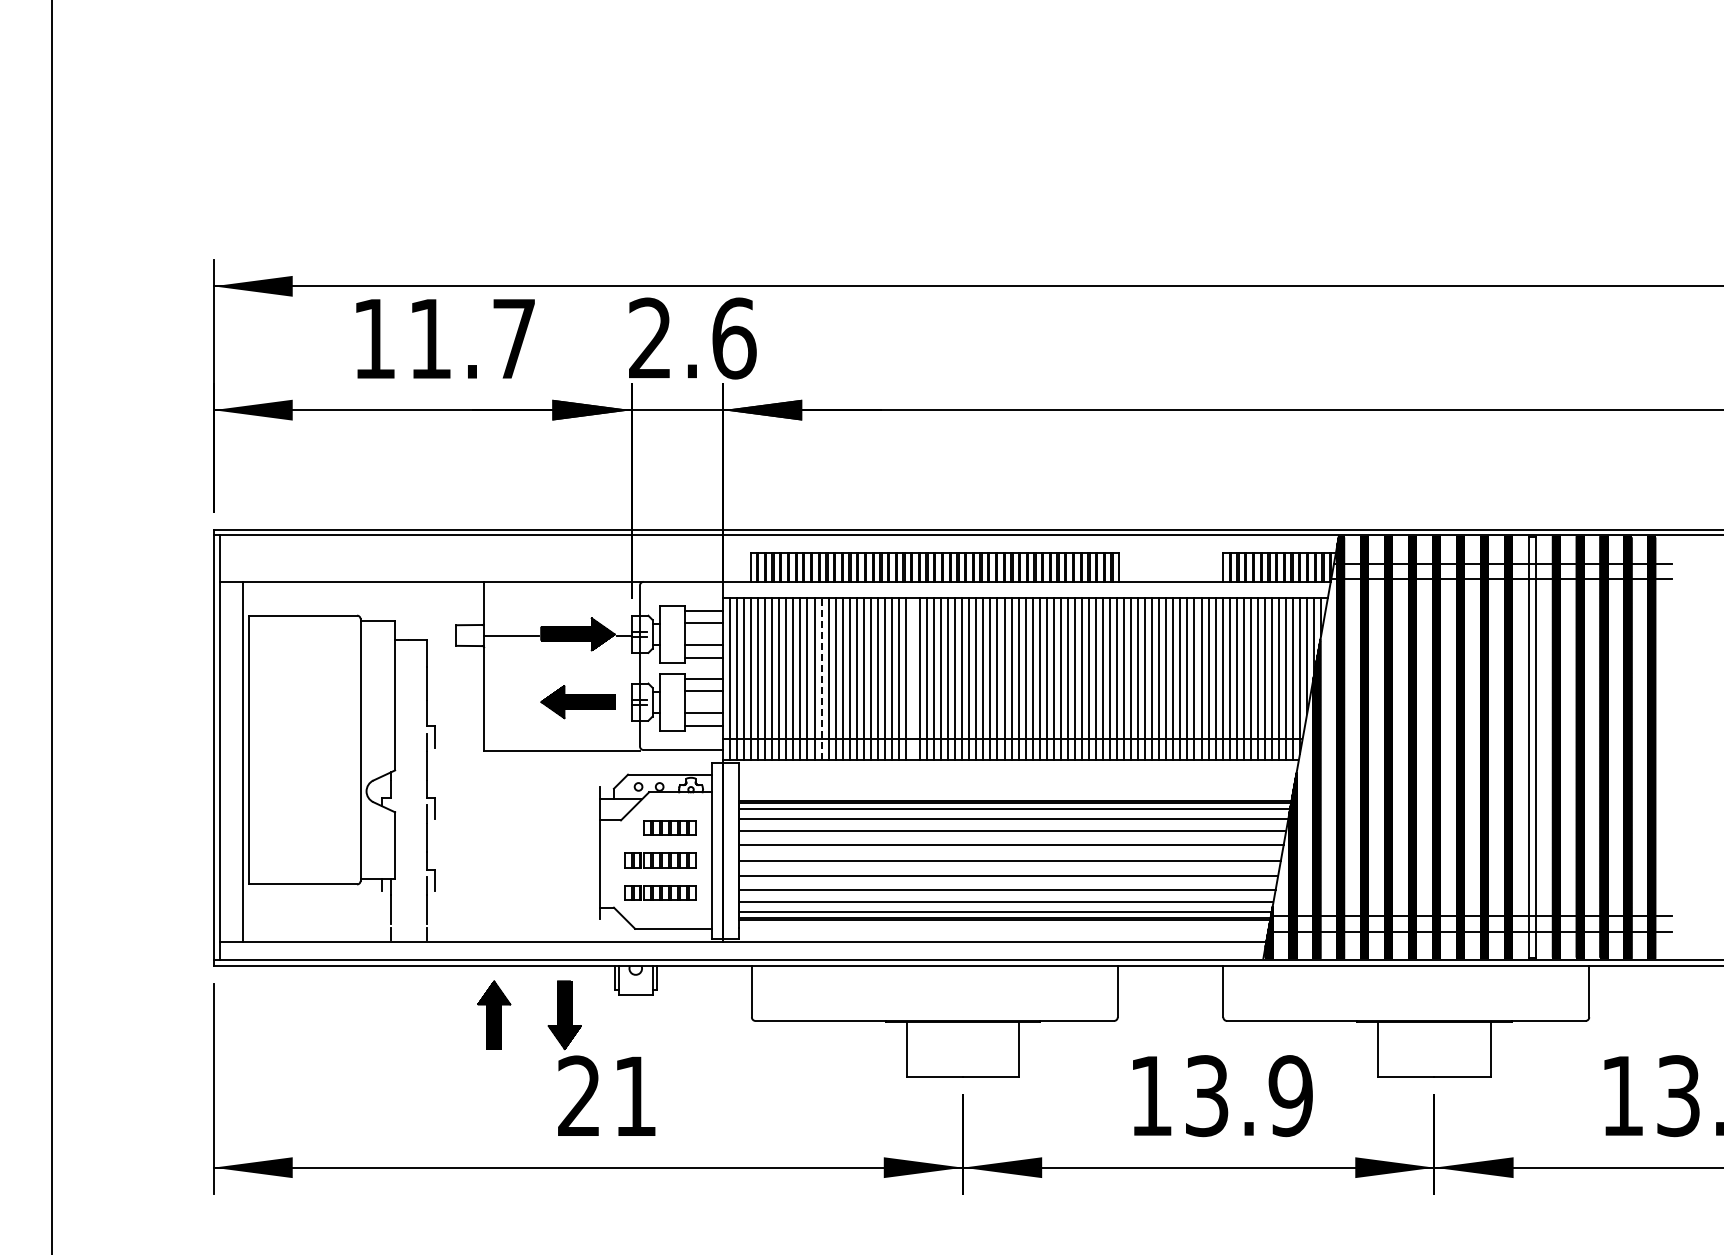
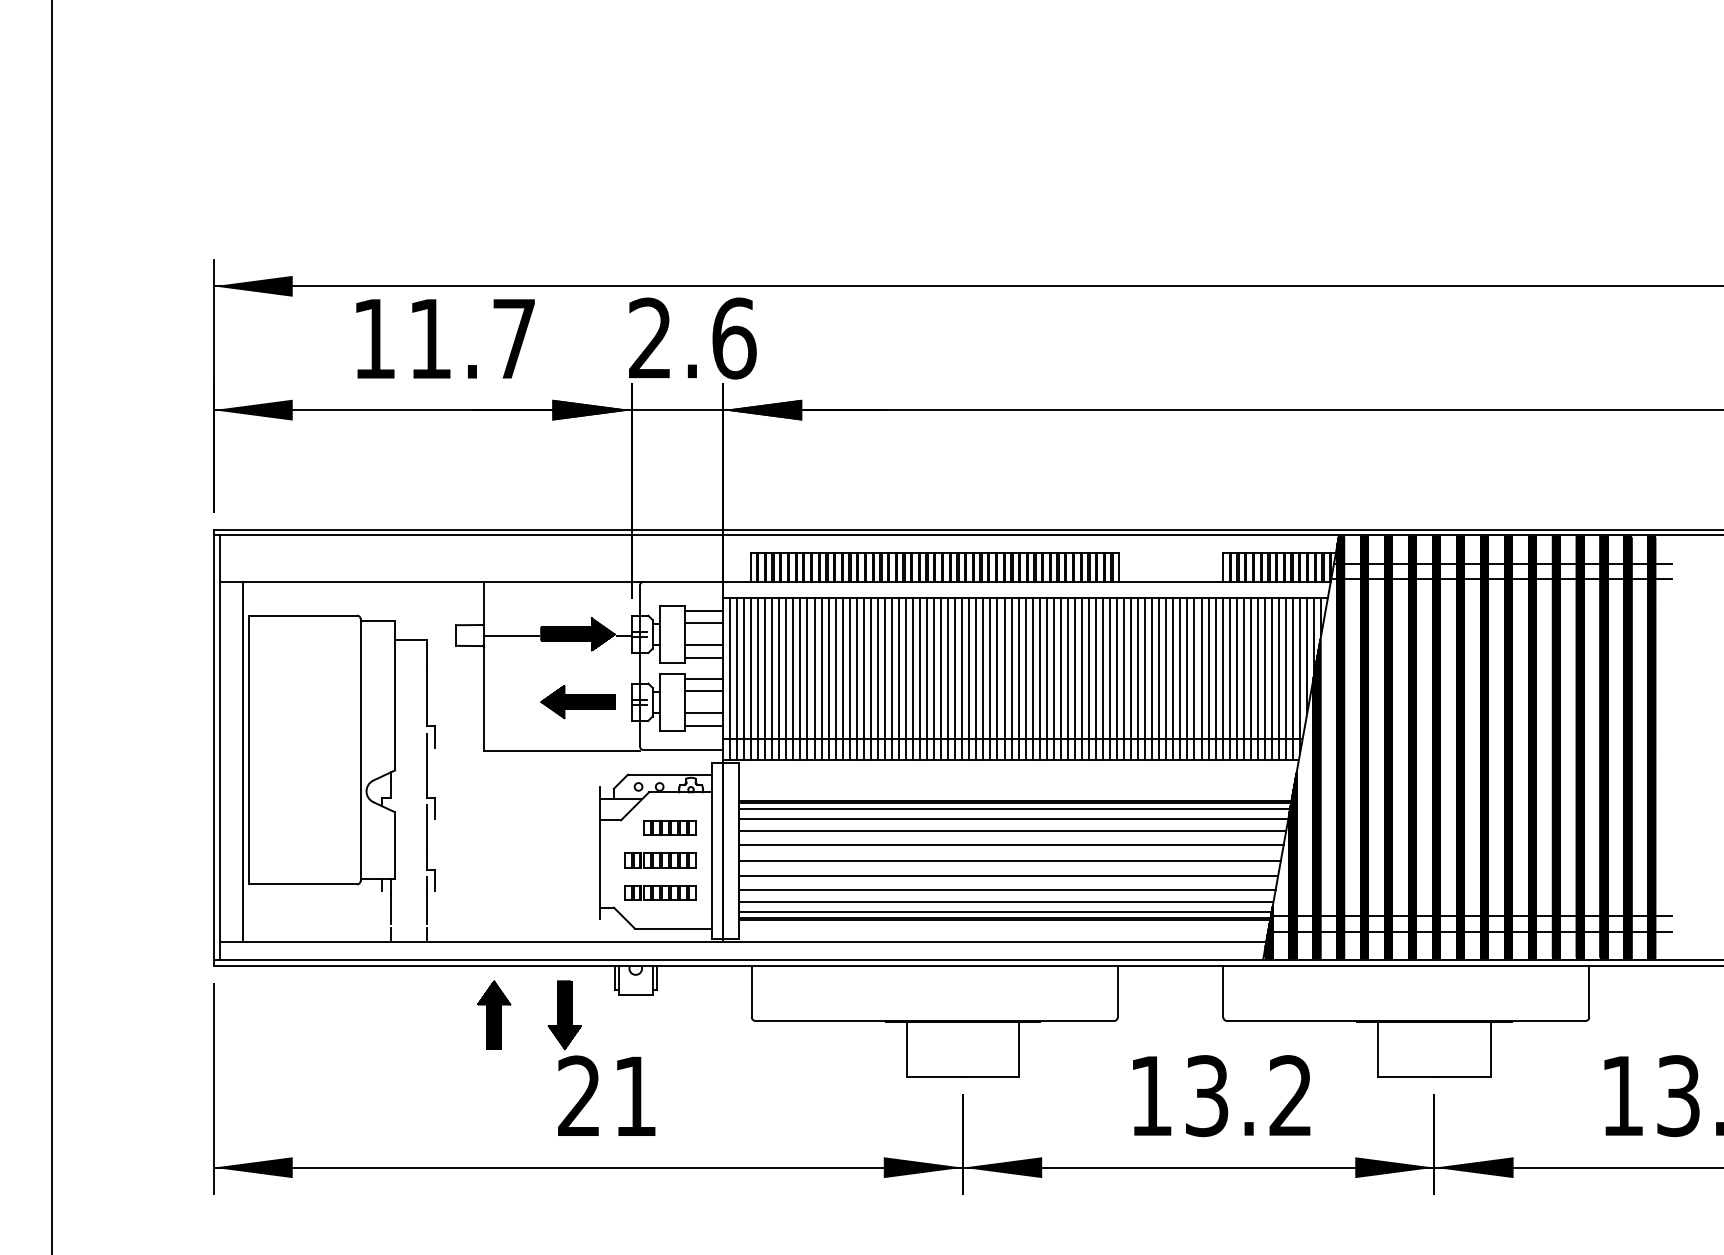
line at (821, 678): dashed -> solid
line at (913, 678): none -> present
hatch at (1531, 747): none -> present
text at (1290, 1096): 13.9 -> 13.2
